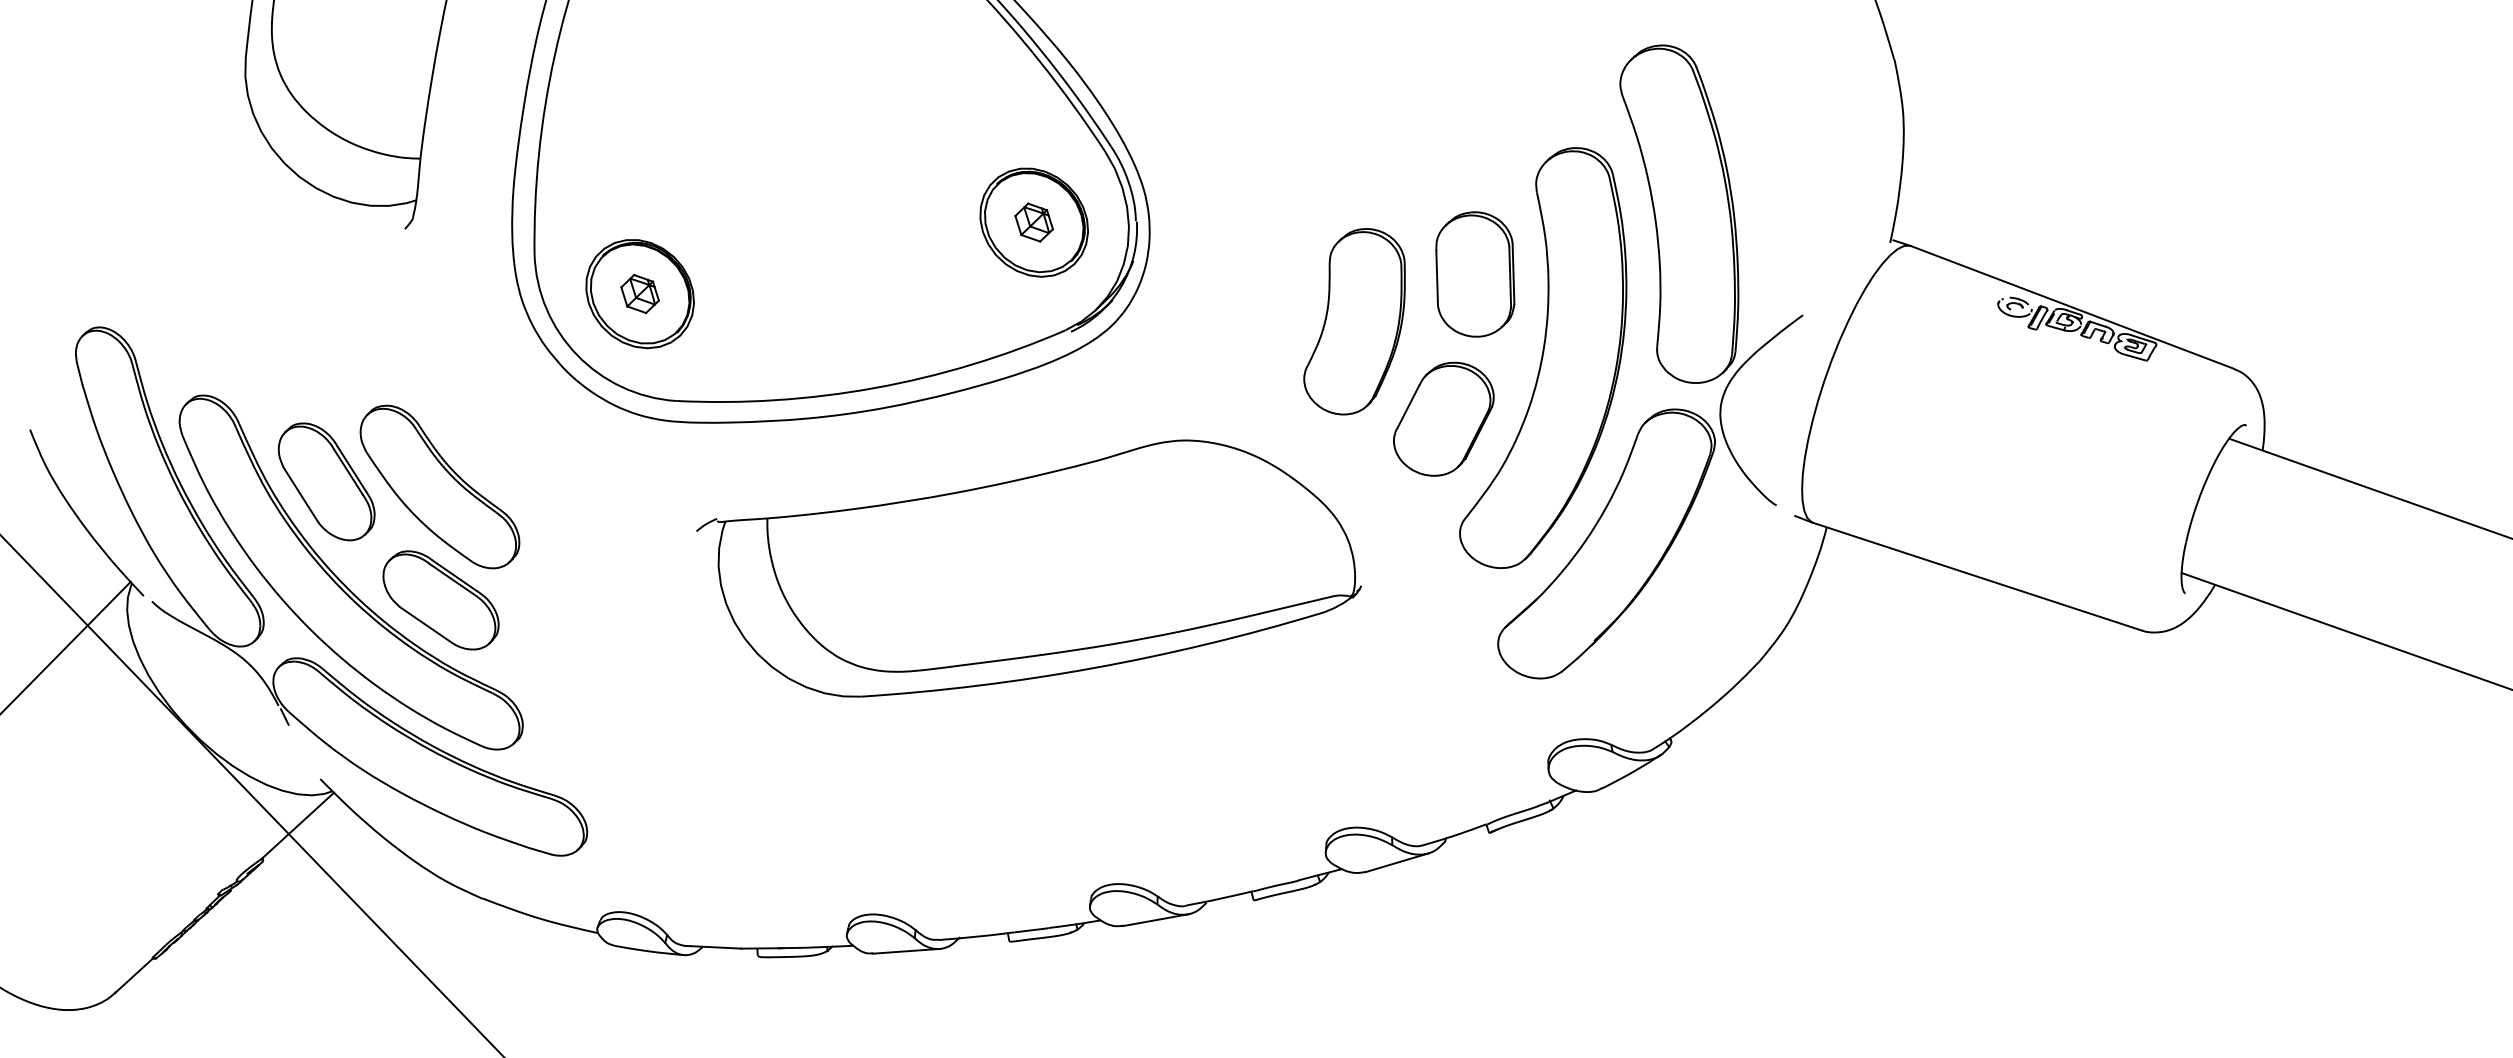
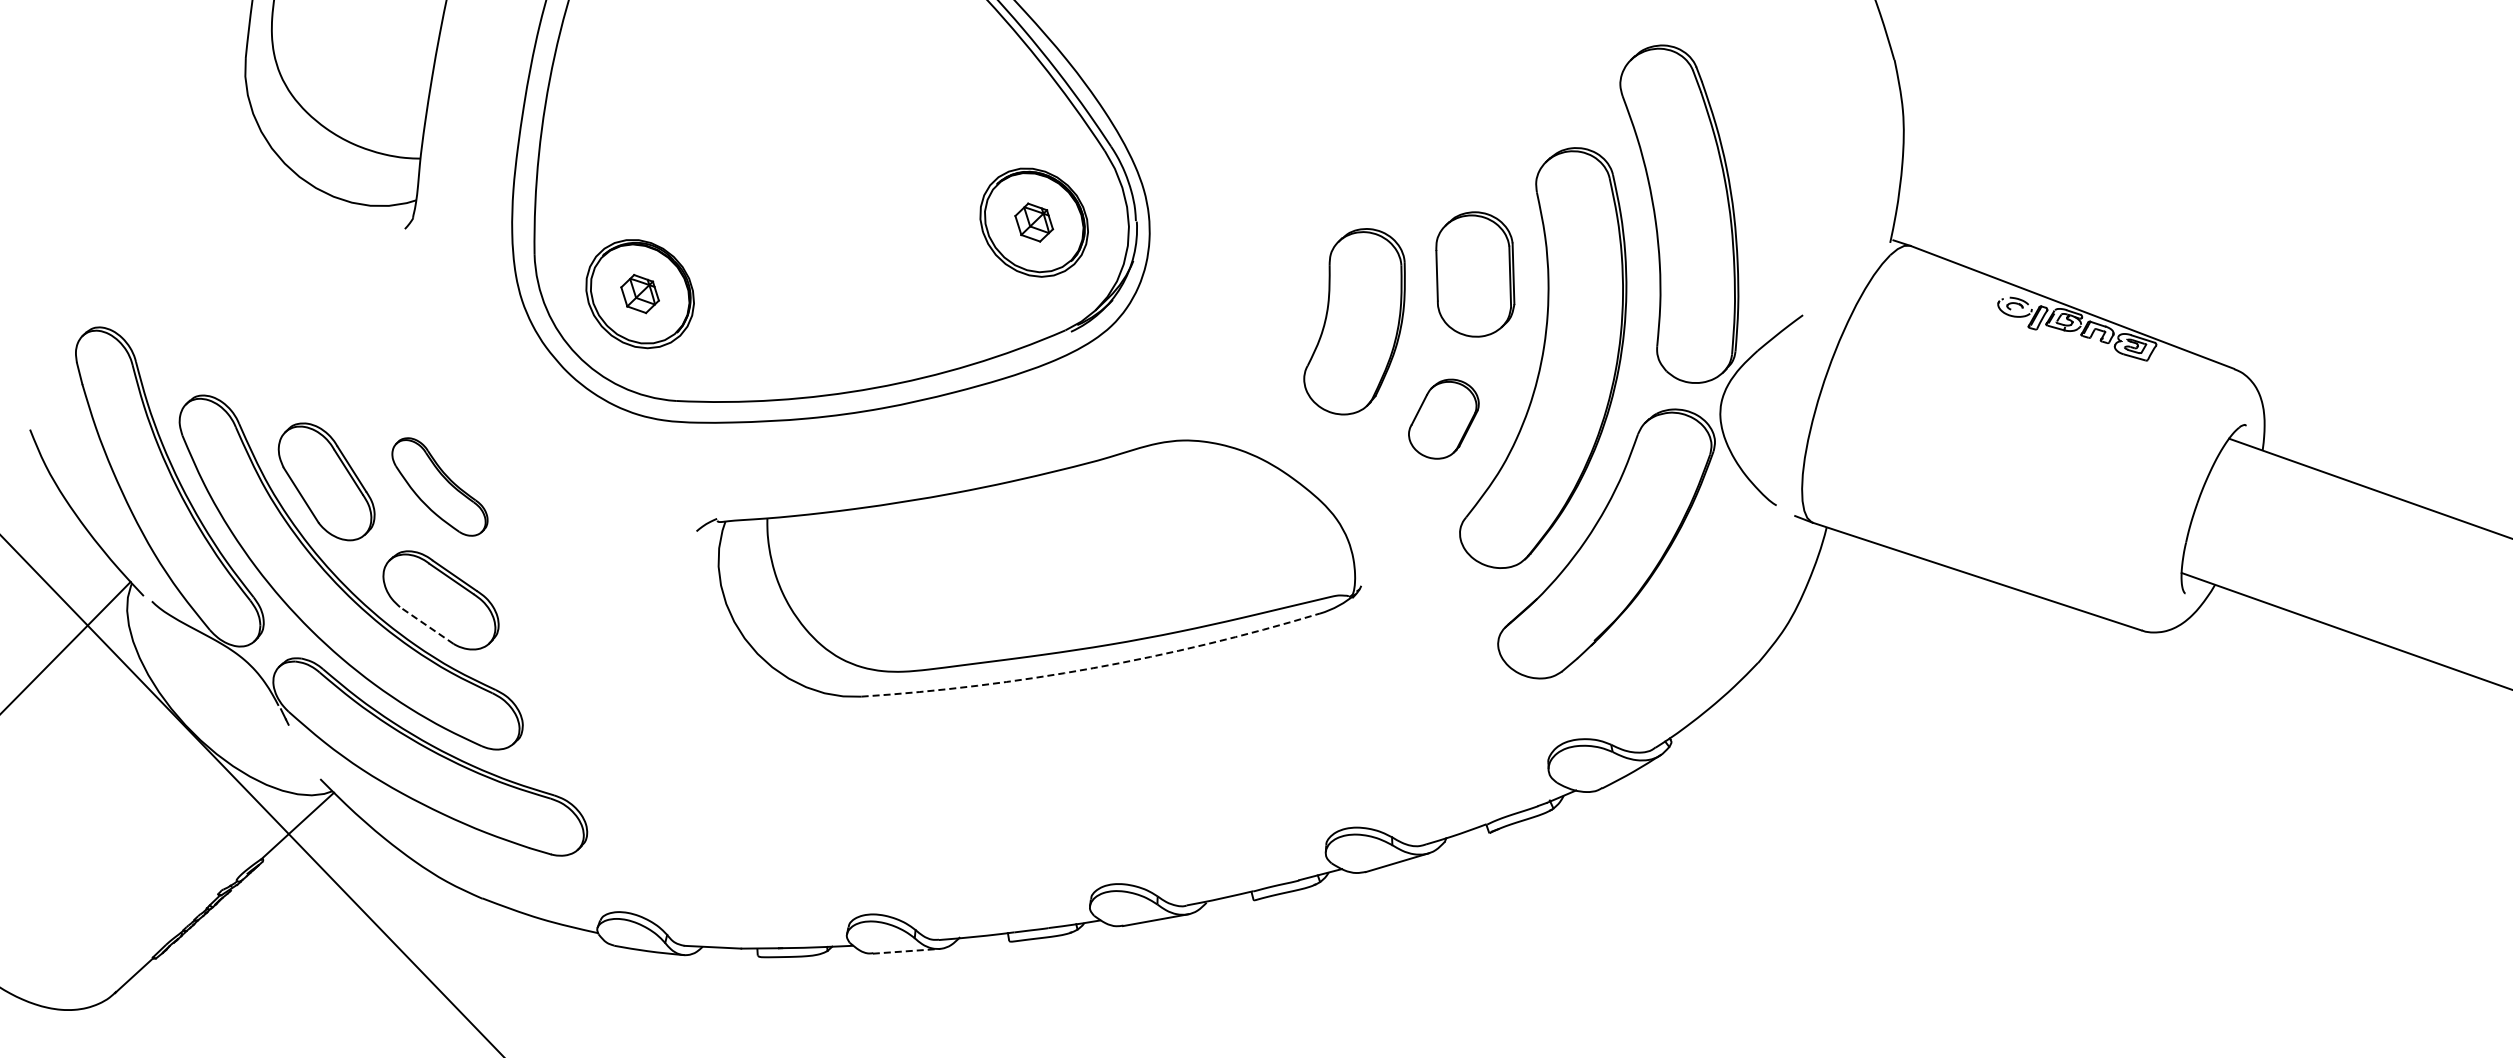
part at (1443, 418) size: 102x116 px -> 72x82 px
part at (439, 486) size: 162x166 px -> 98x100 px
line at (426, 625): solid -> dashed
arc at (1093, 668): solid -> dashed
line at (906, 951): solid -> dashed
